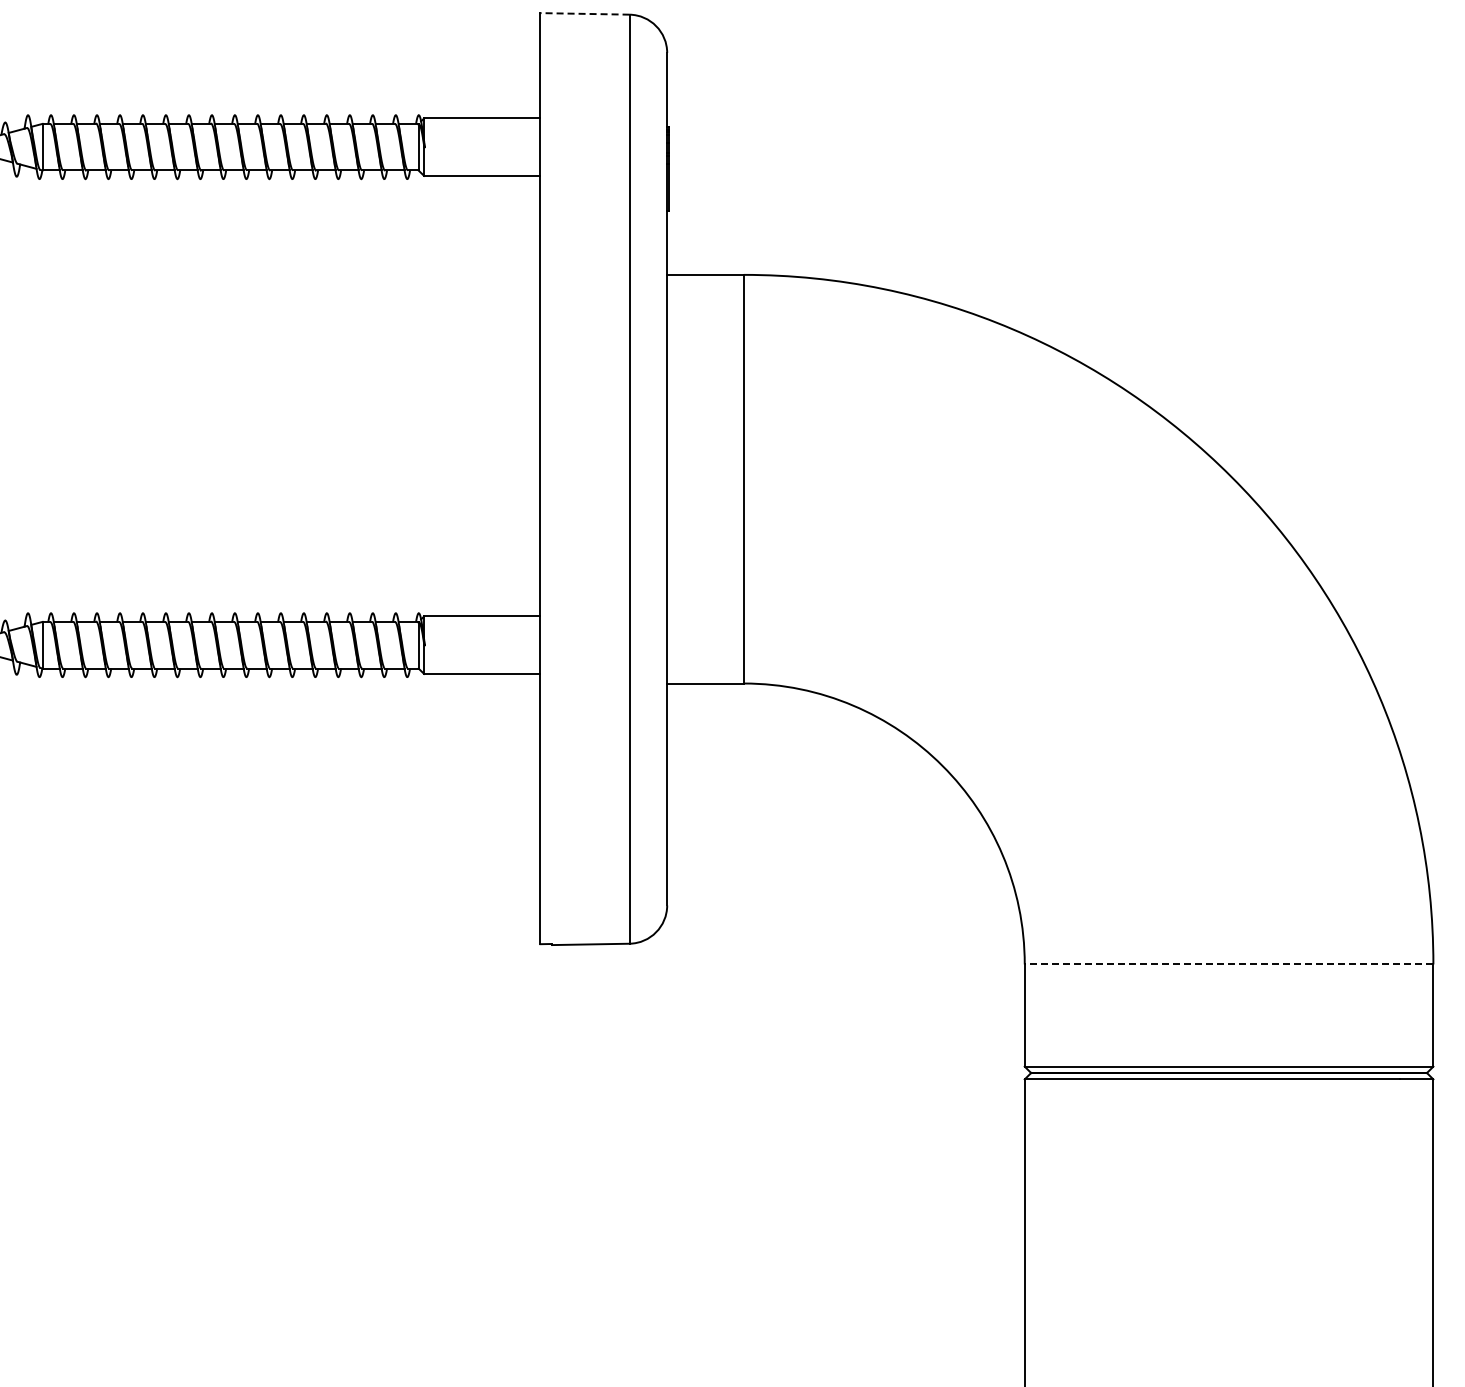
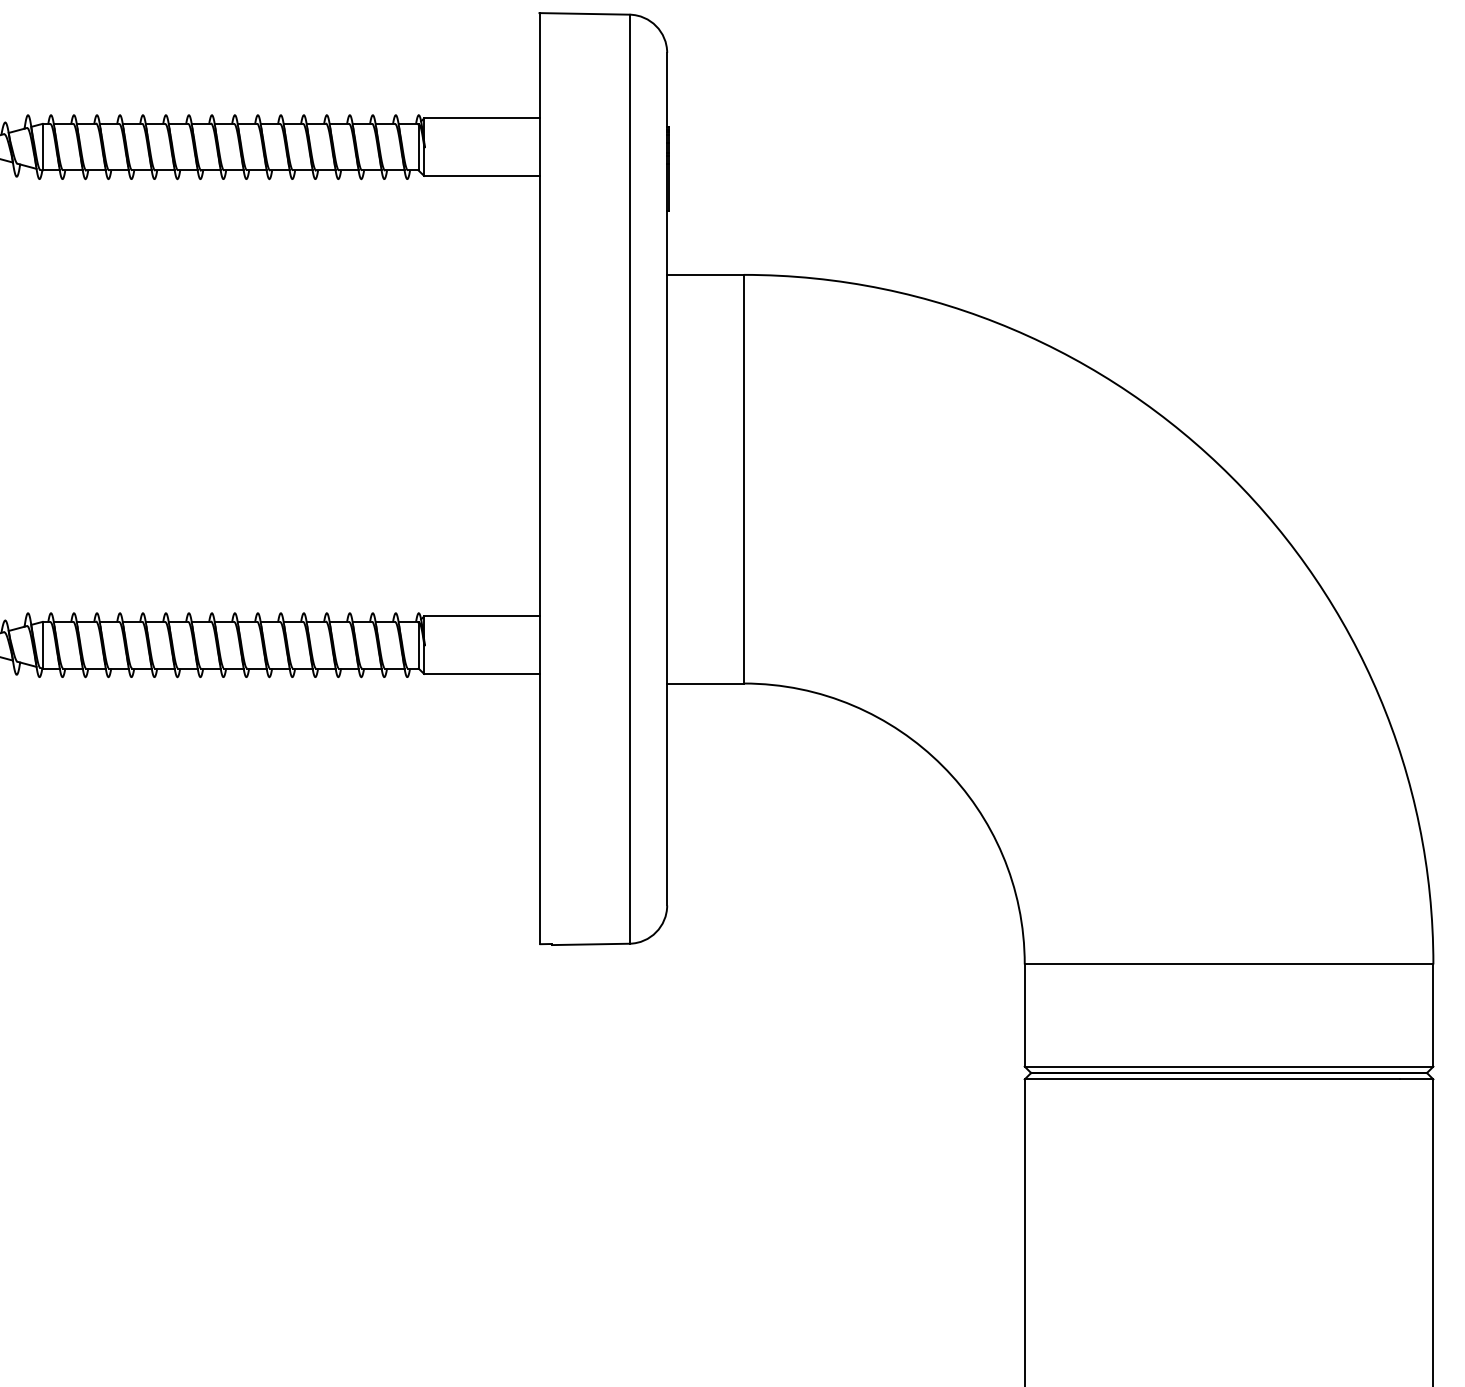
line at (584, 13): dashed -> solid
line at (1228, 964): dashed -> solid
